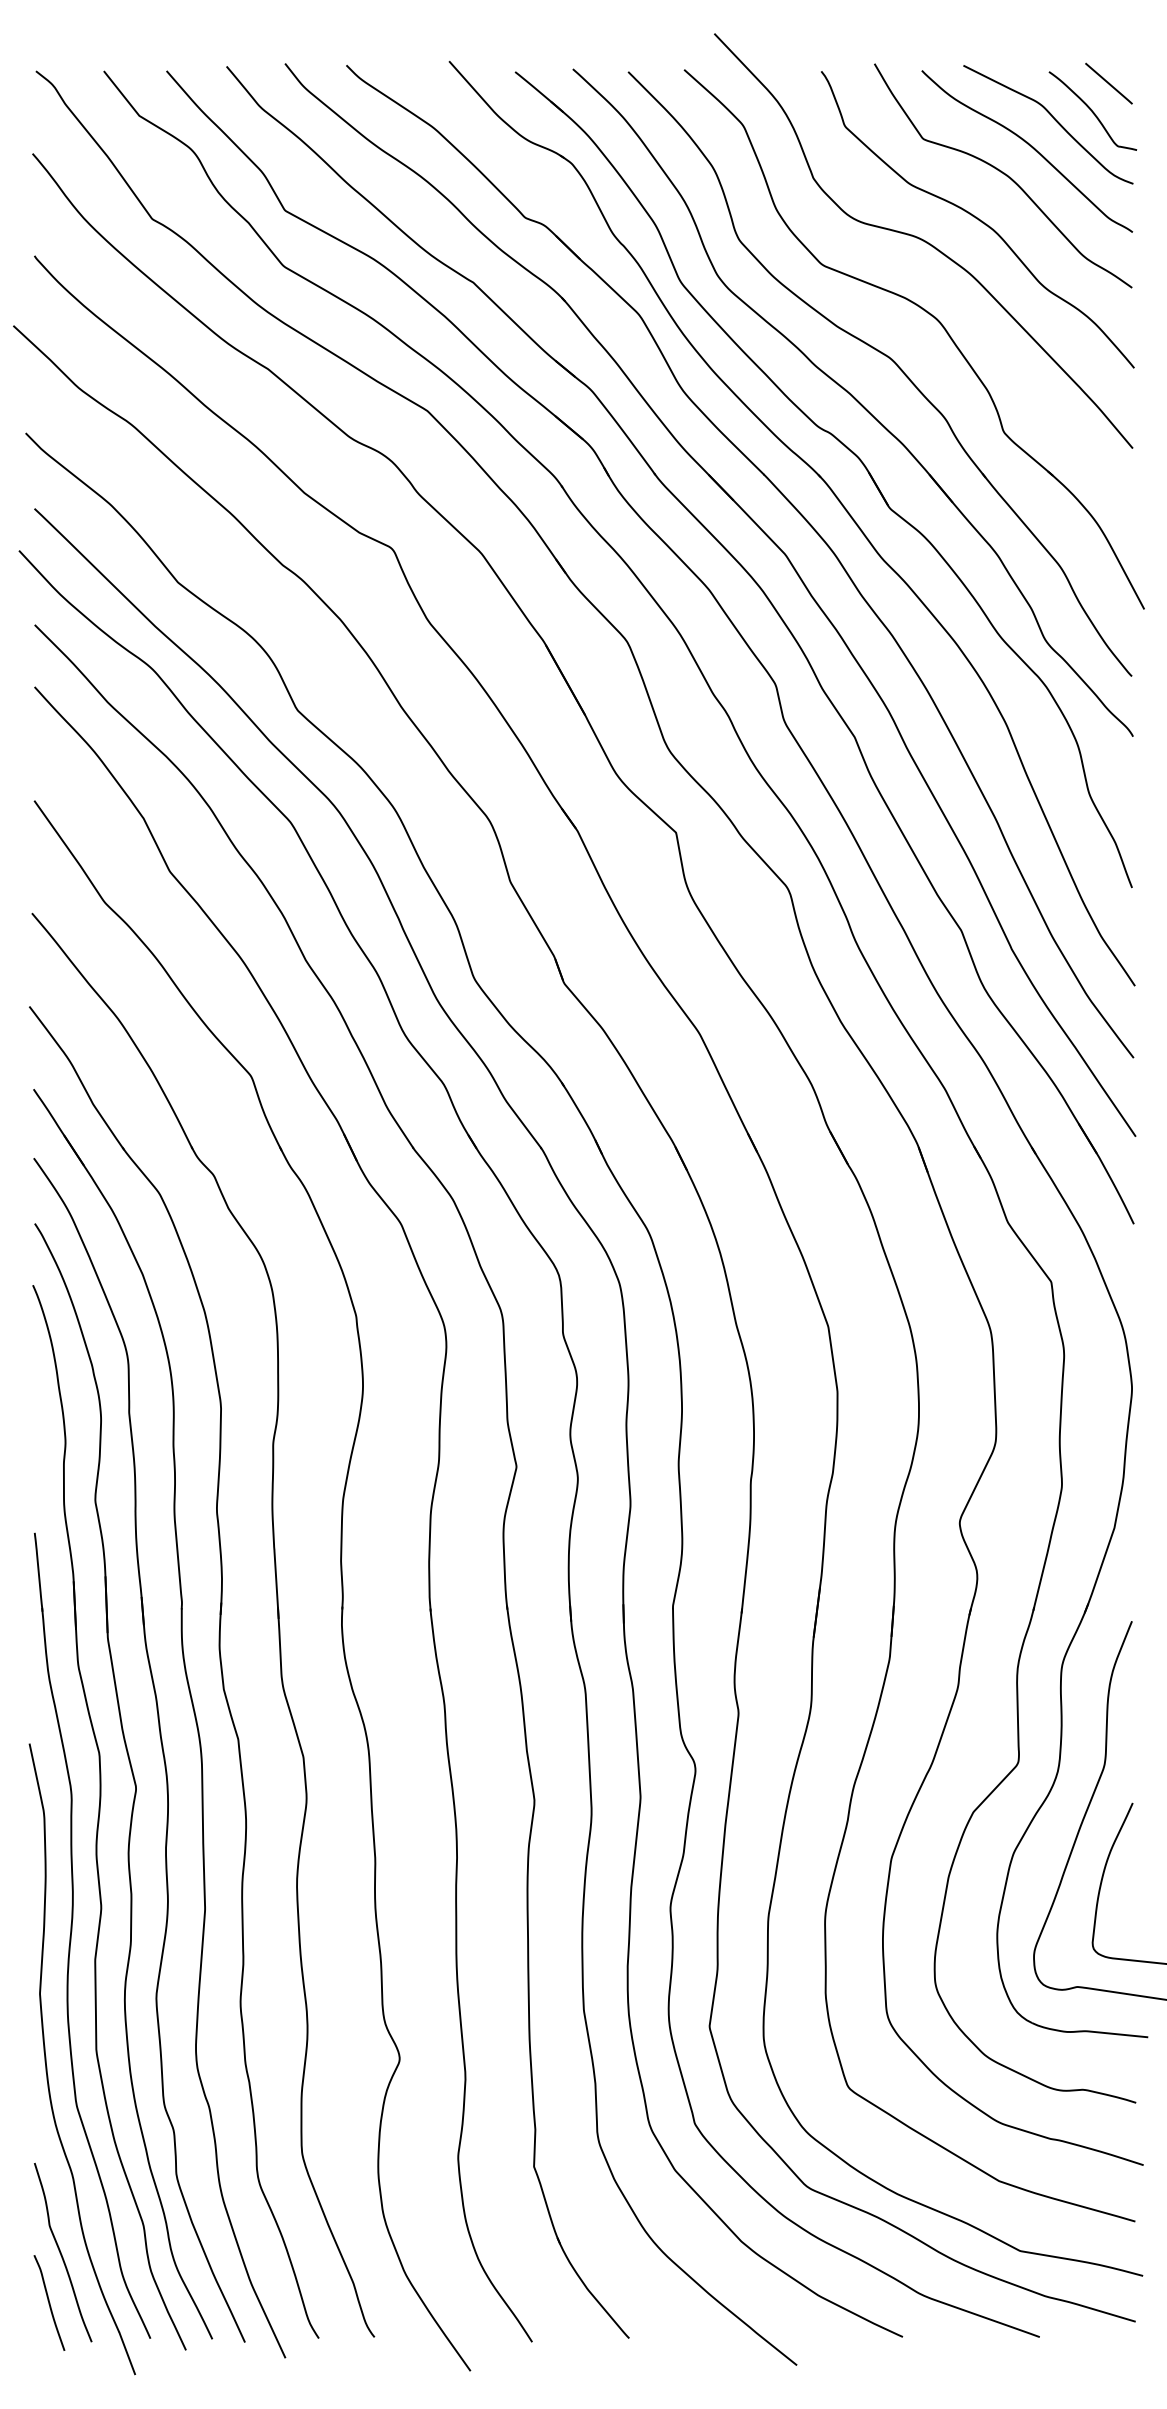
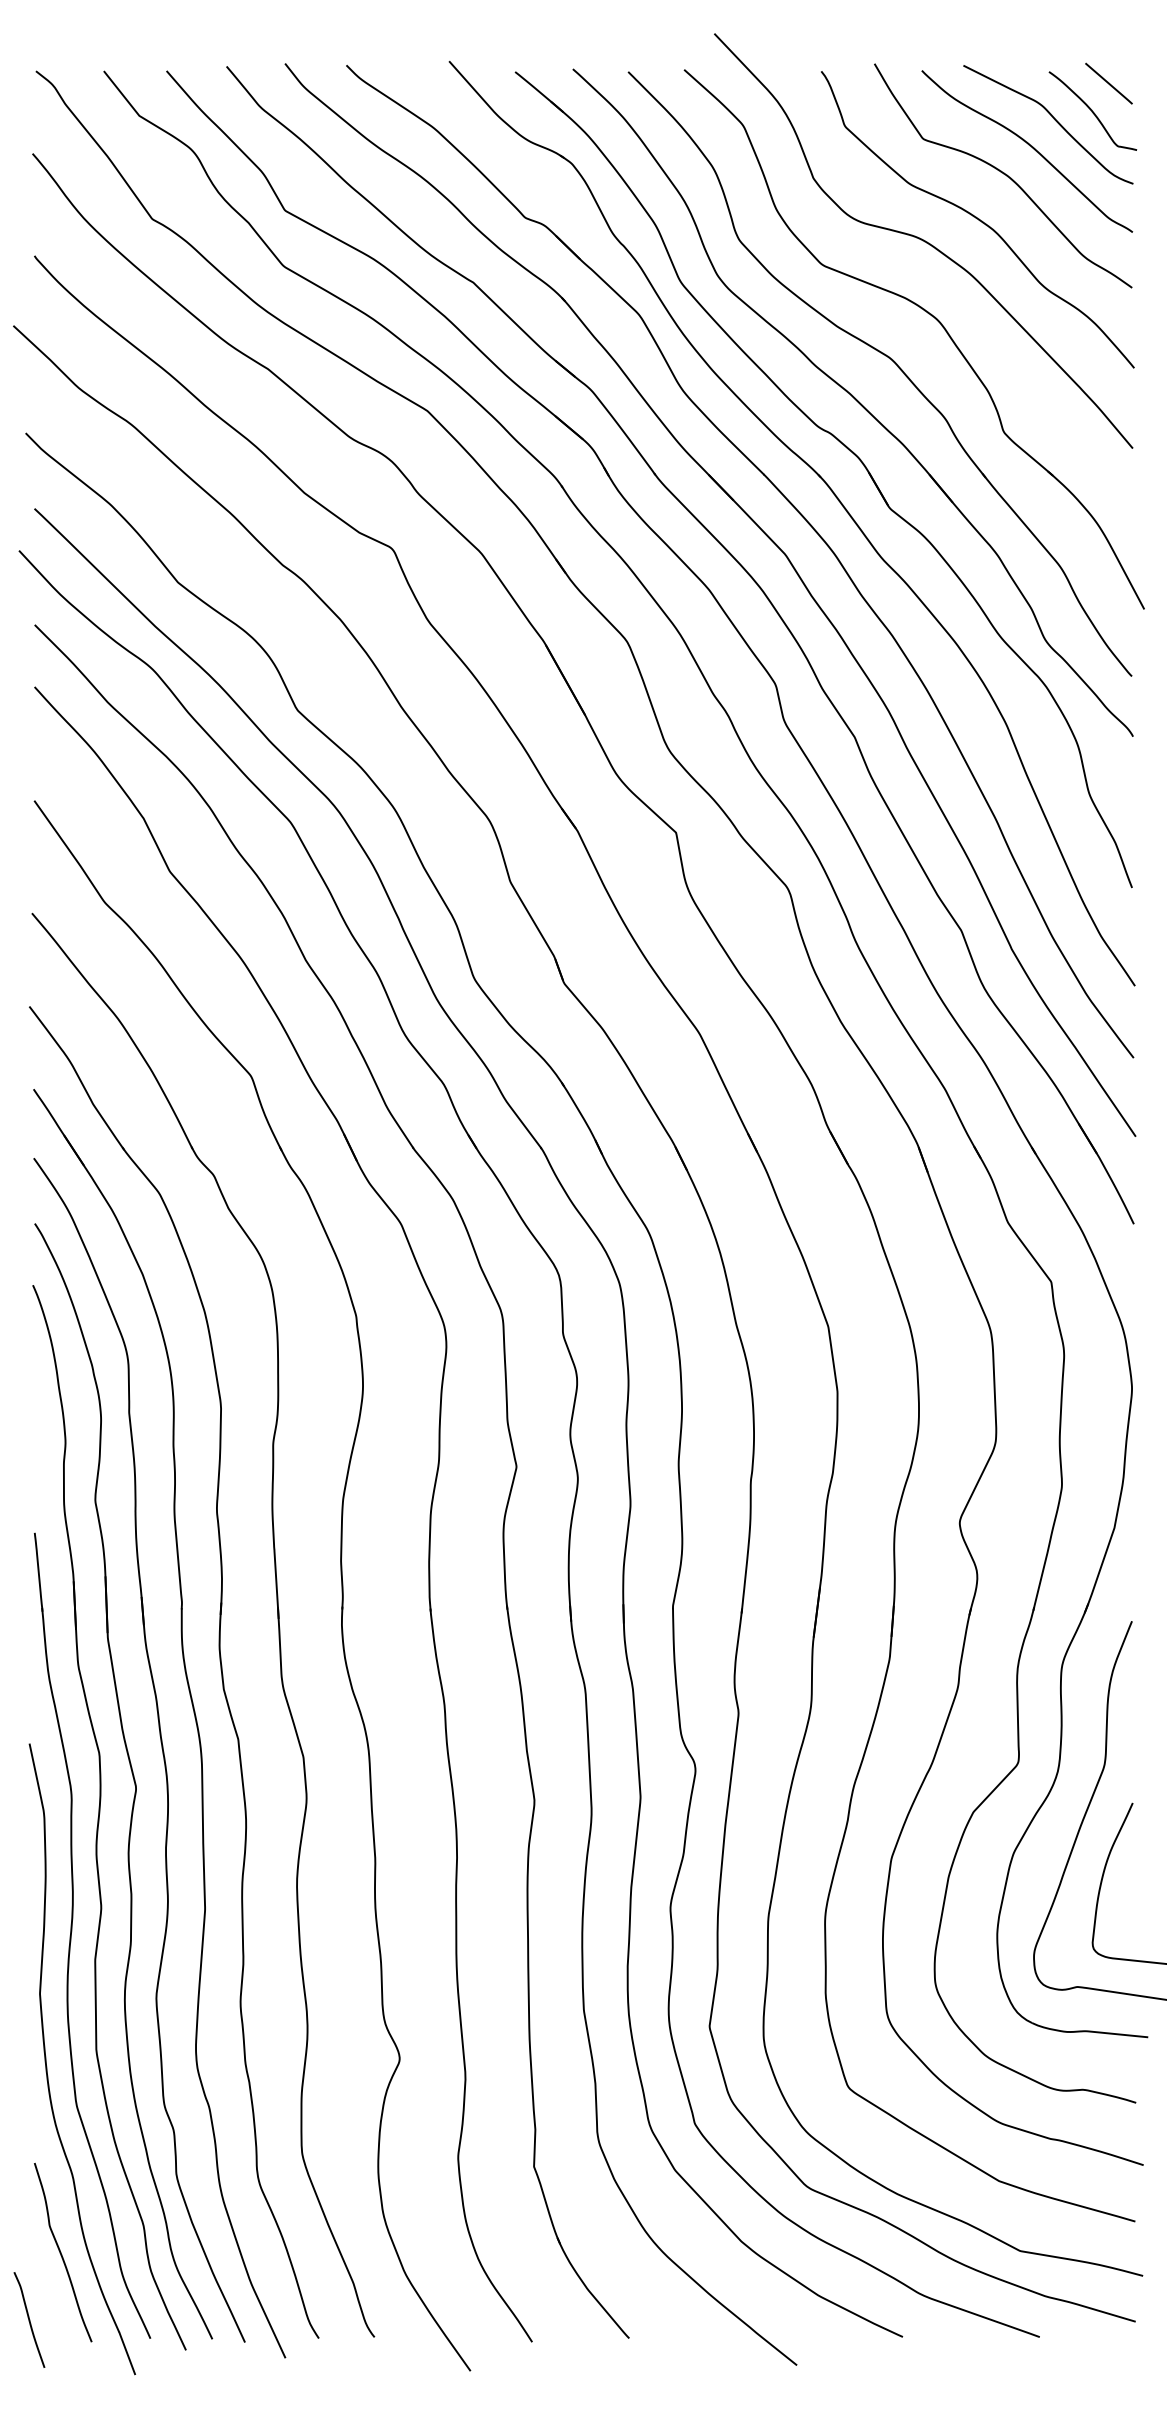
curve at (49, 2302) position: (49, 2302) -> (29, 2319)
